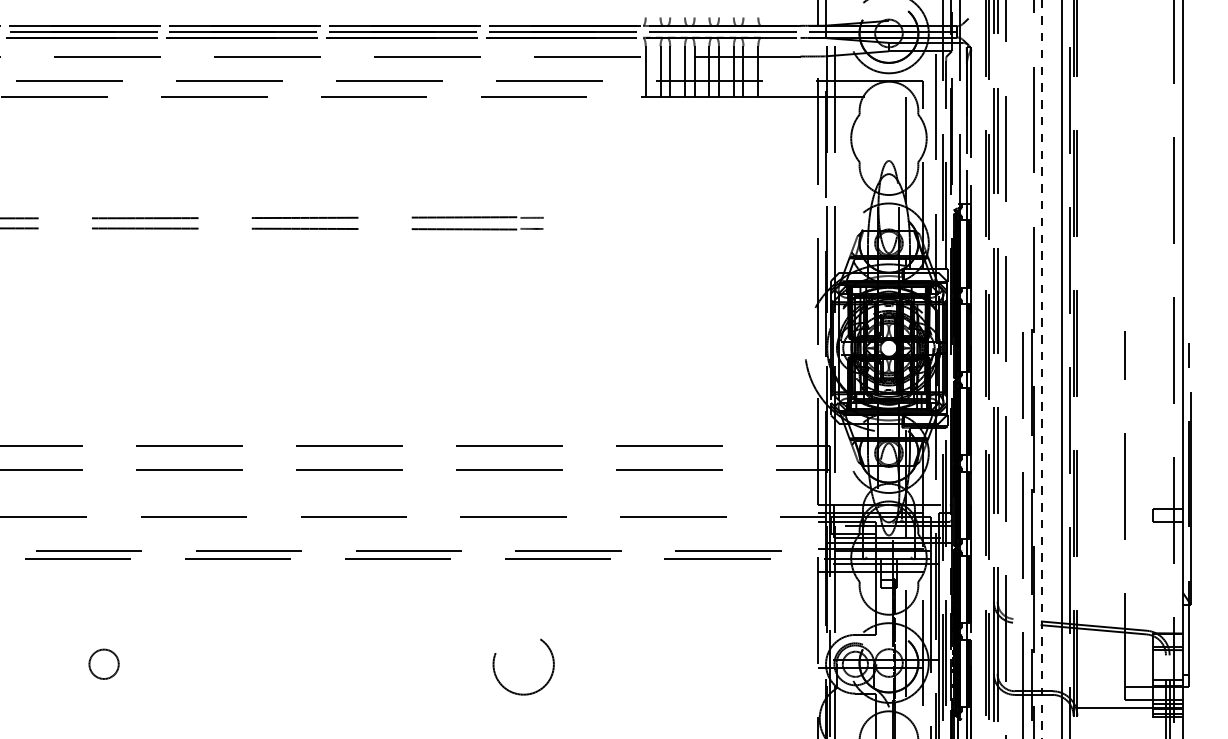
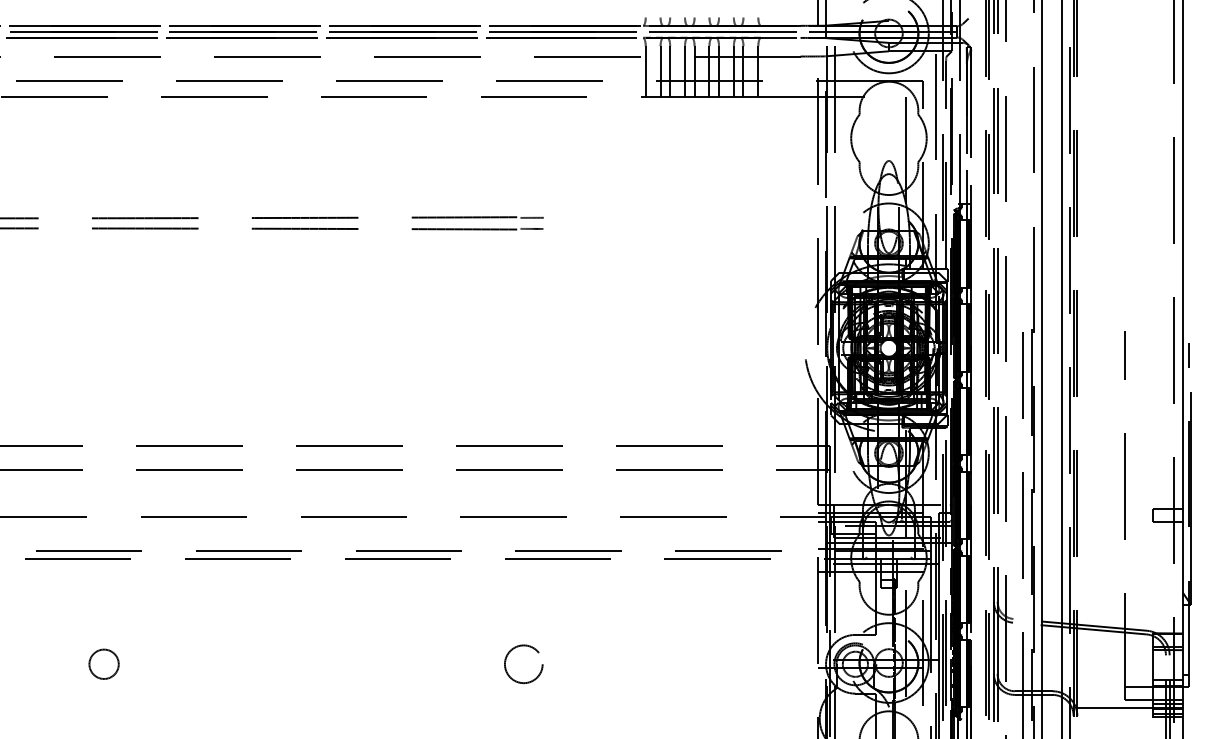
line at (1041, 369): dashed -> solid
circle at (523, 666) size: 63x58 px -> 40x40 px
